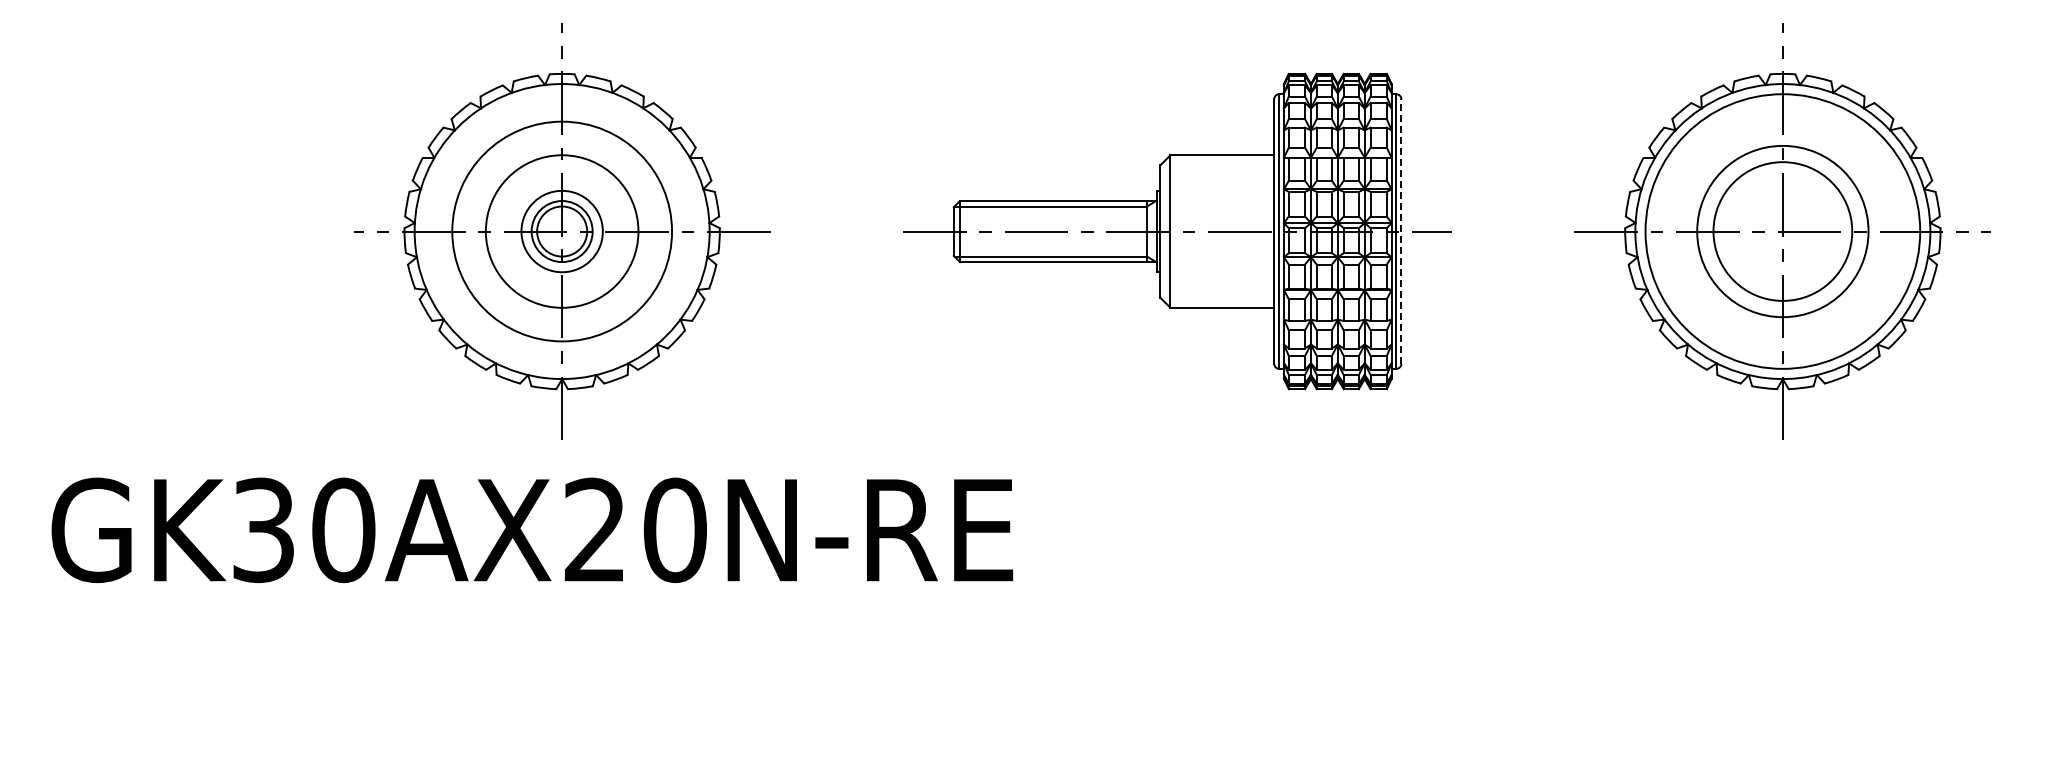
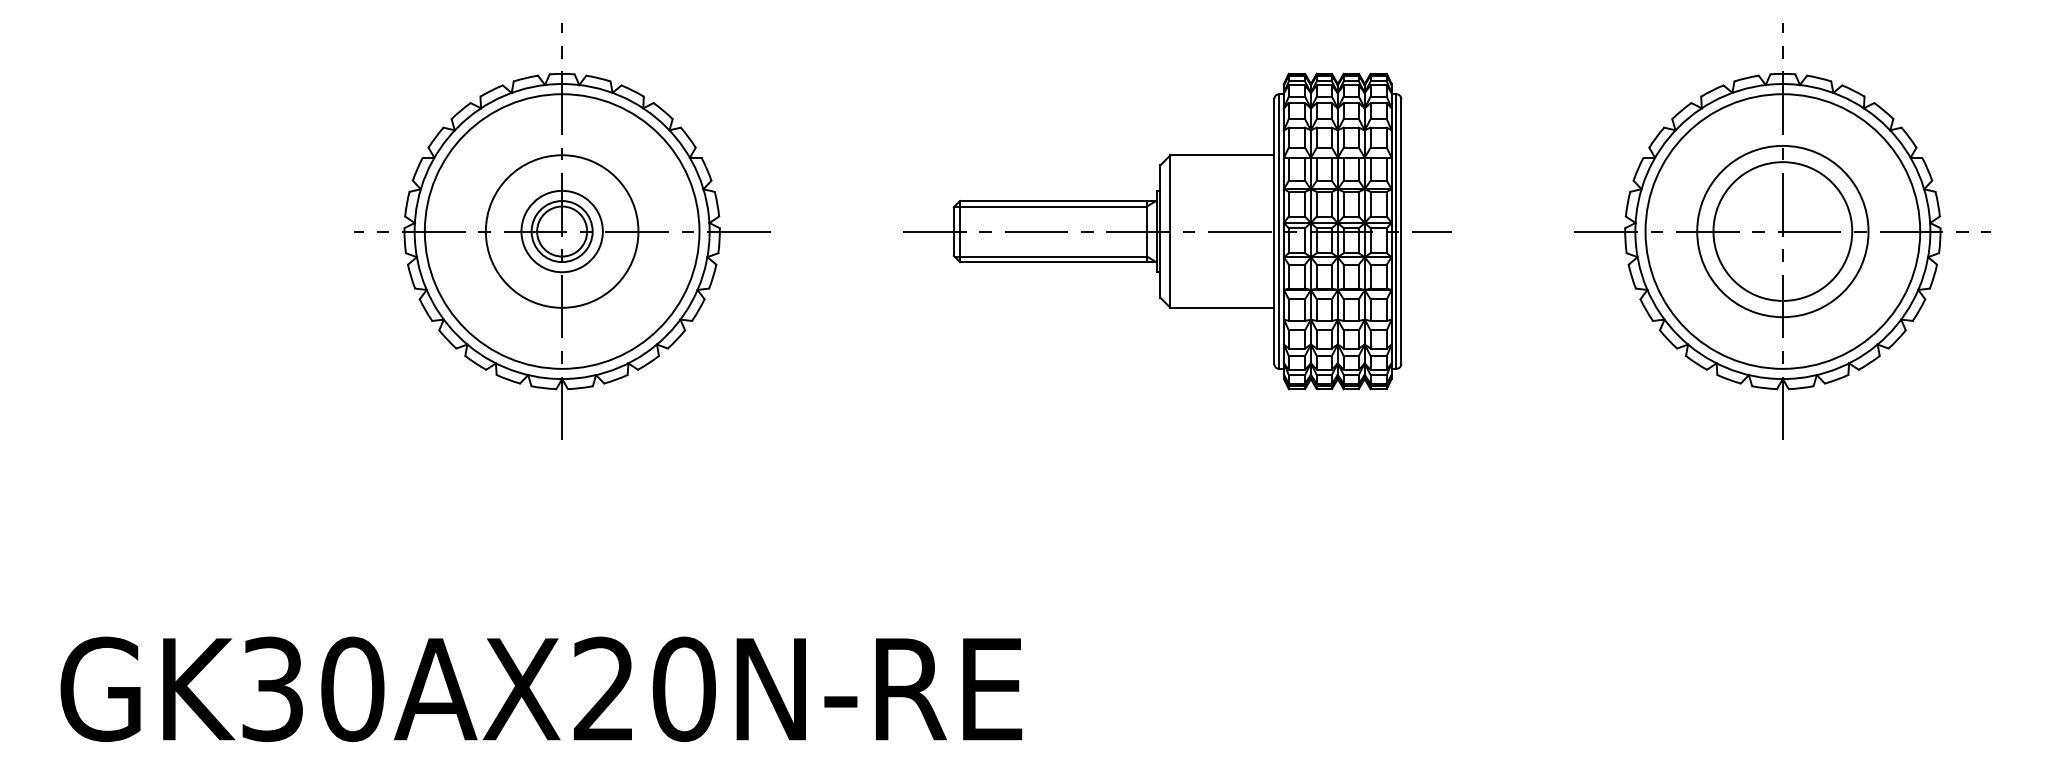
circle at (562, 231) diameter: 220 px -> 275 px
line at (1401, 231): dashed -> solid
text at (532, 530) position: (532, 530) -> (541, 689)
